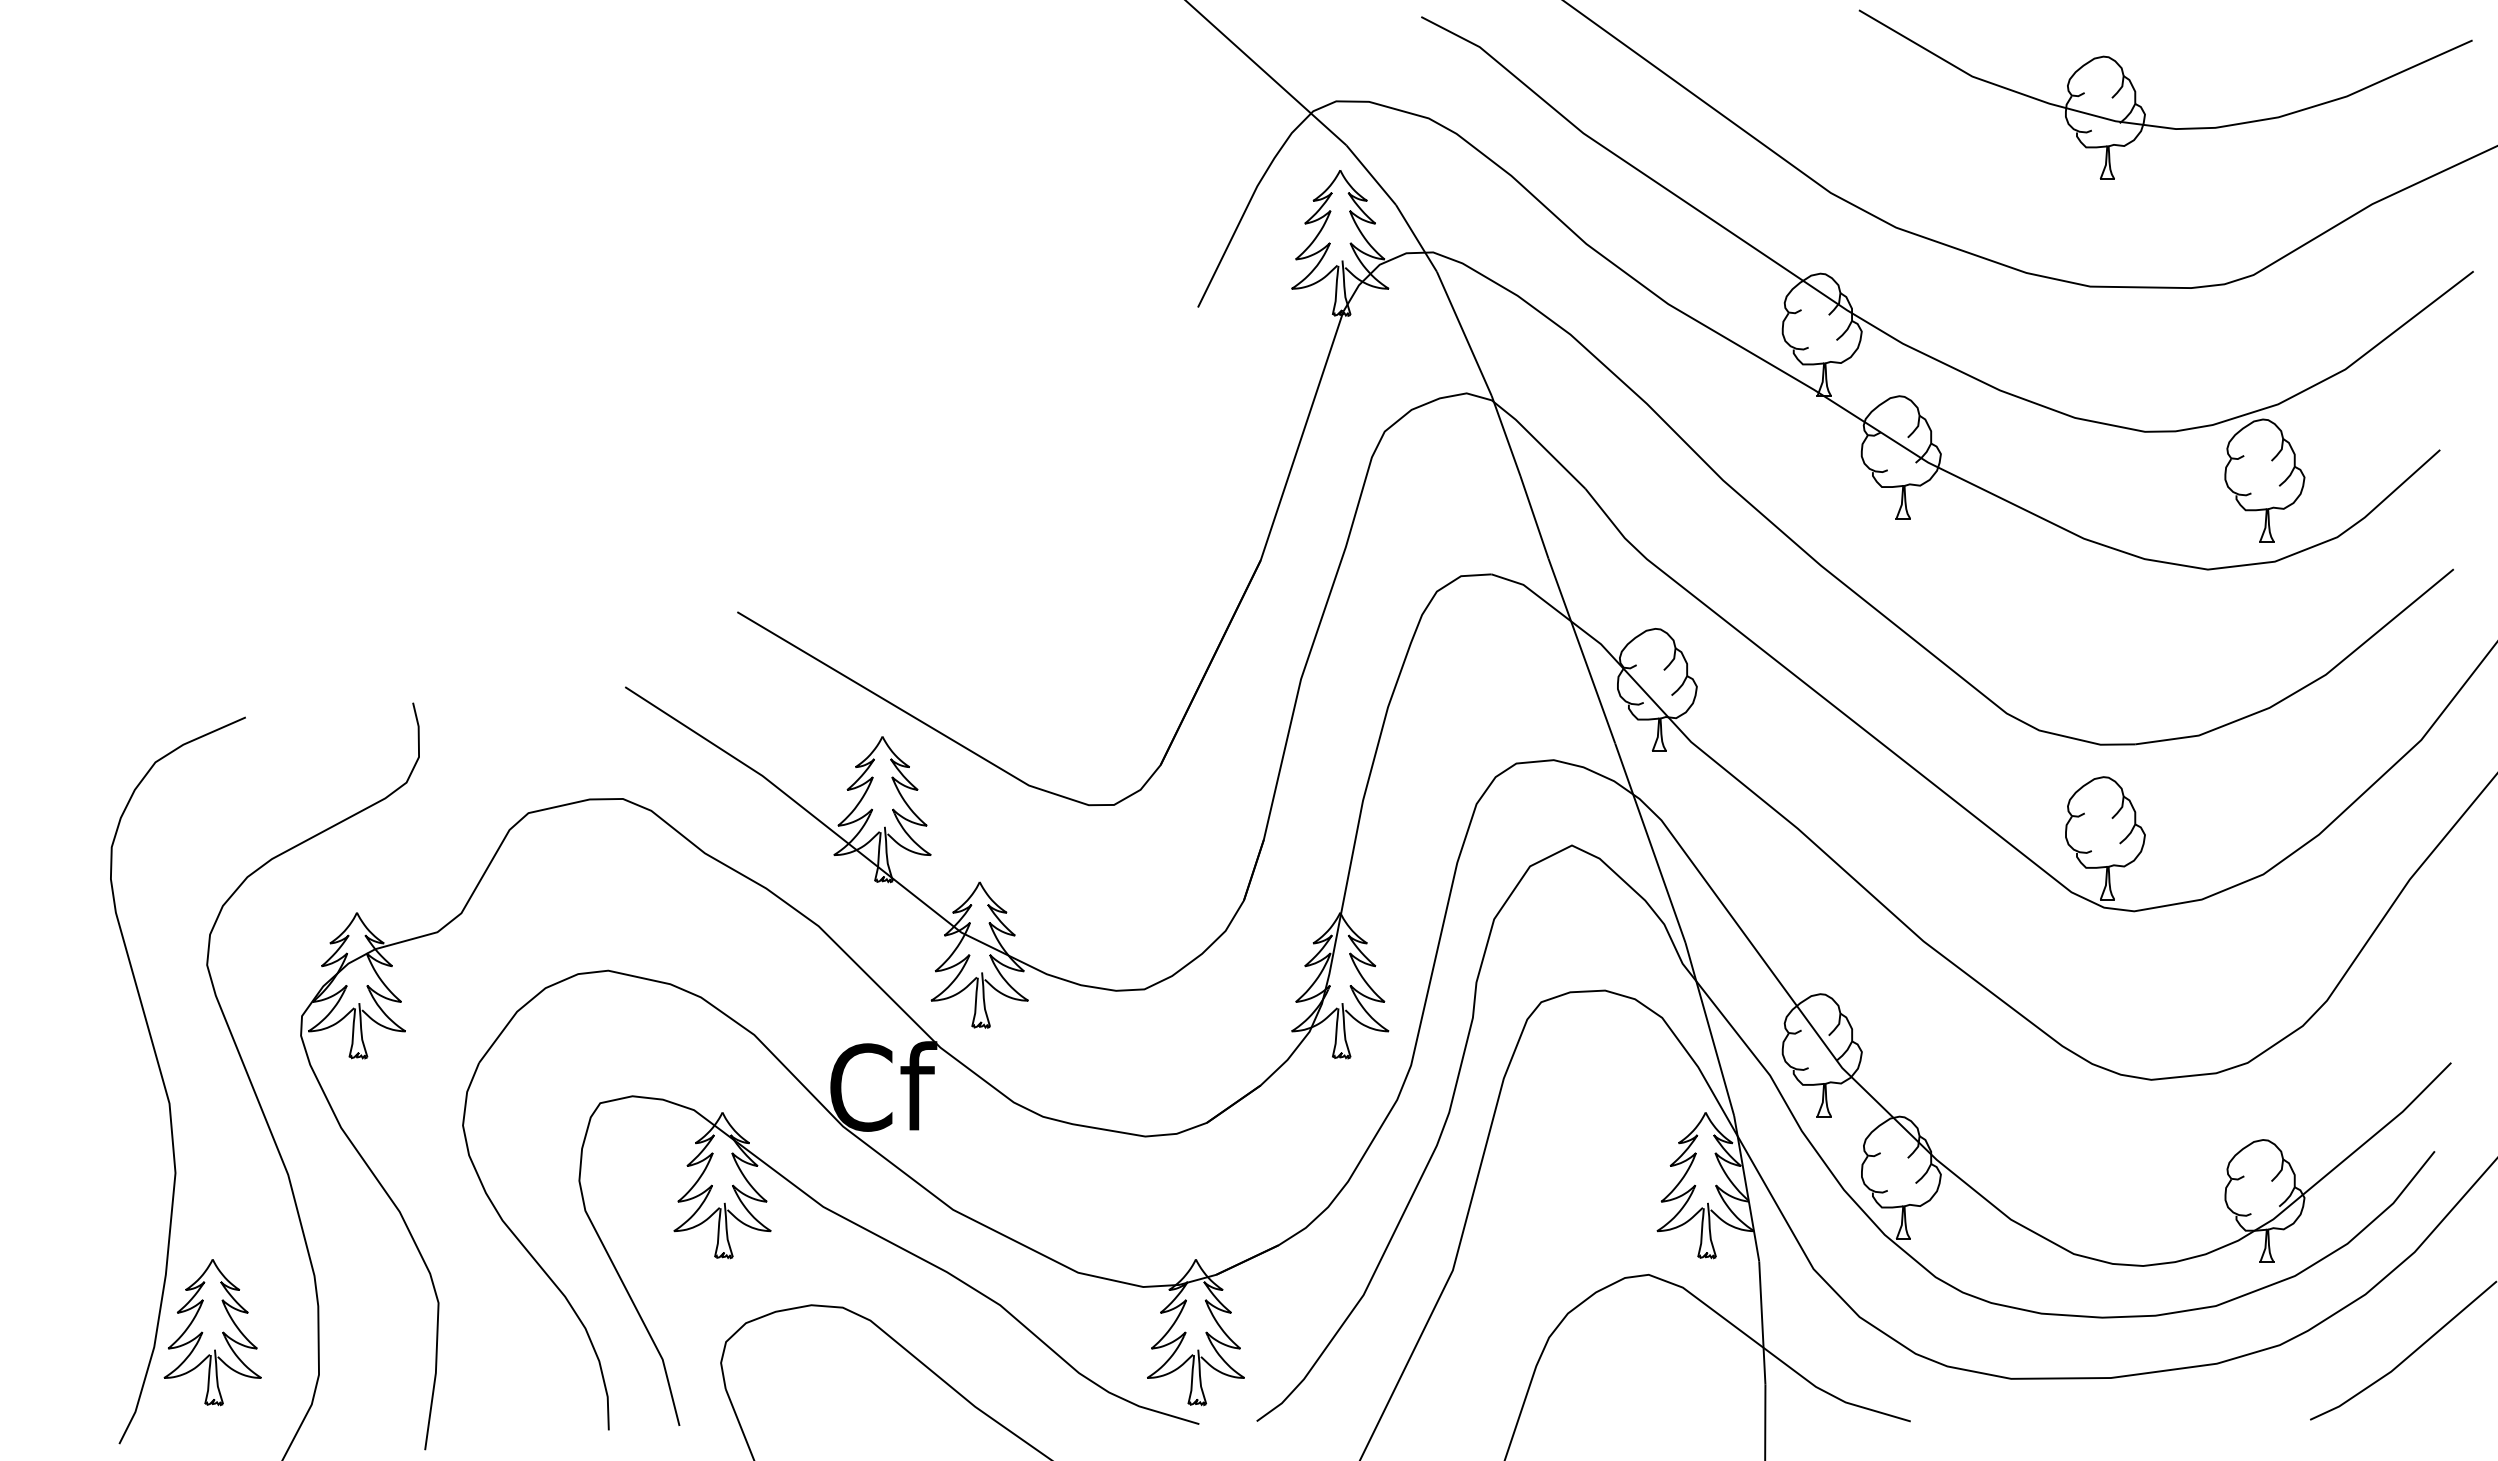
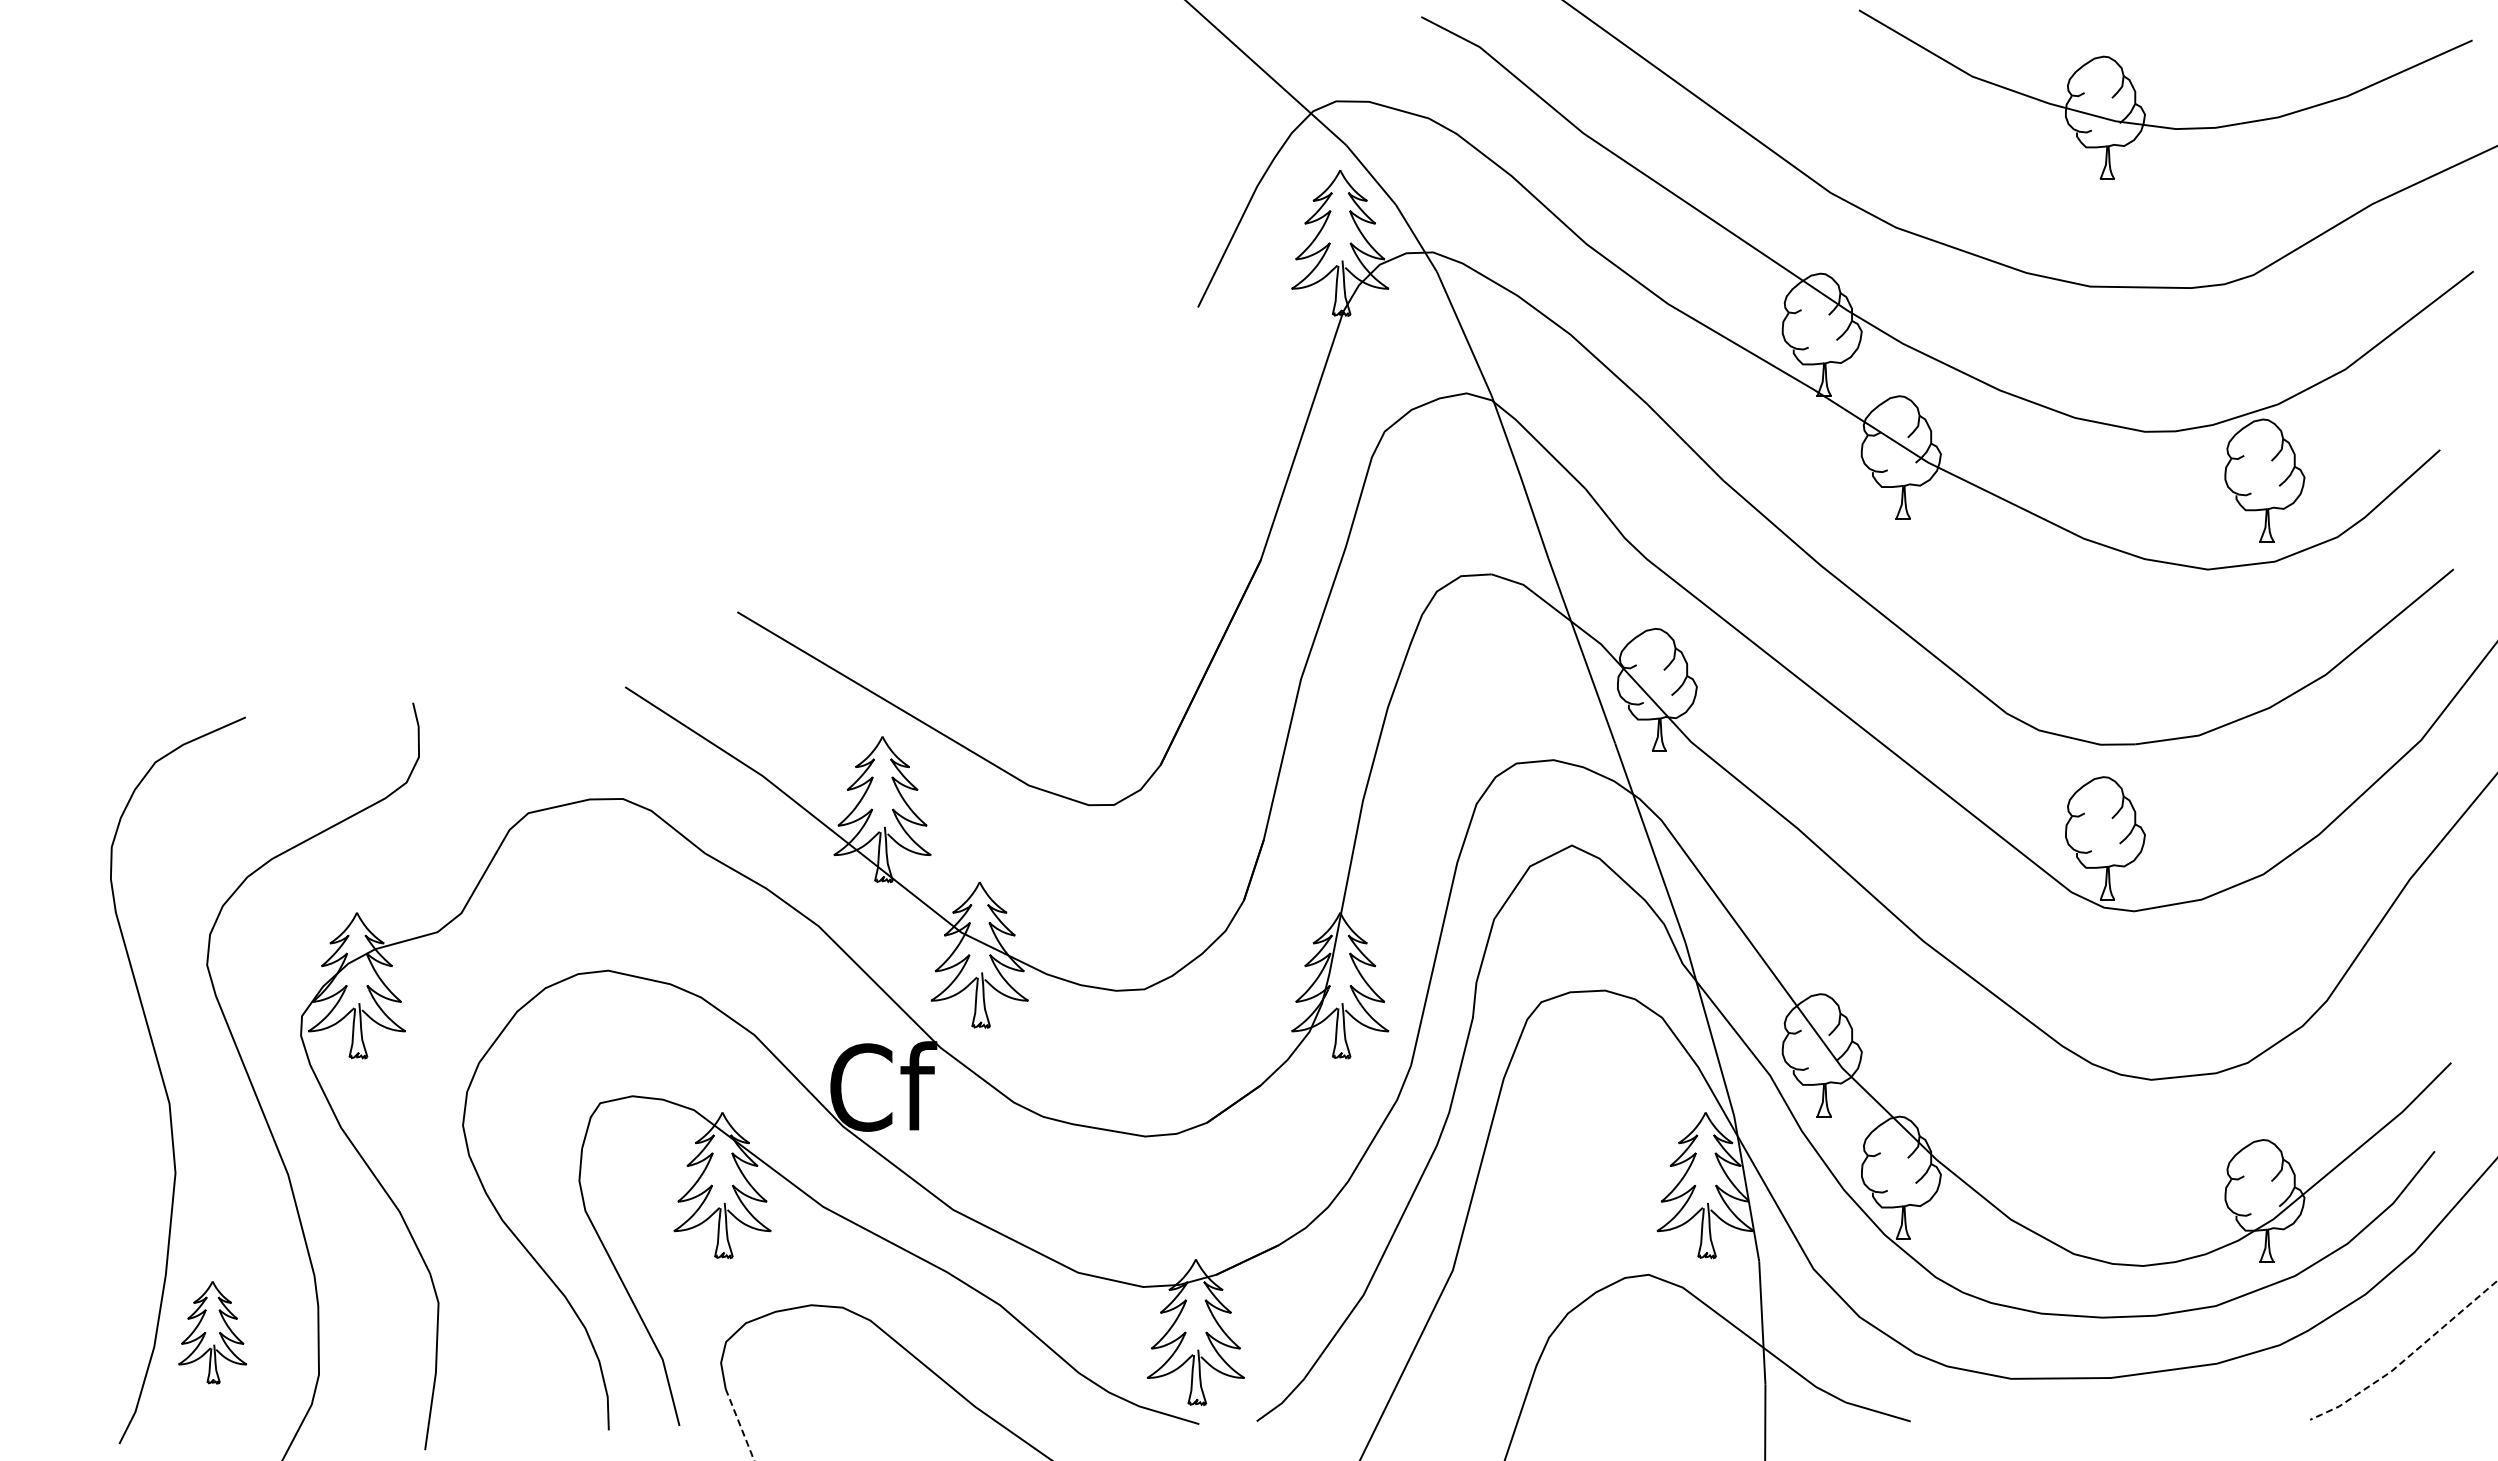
part at (212, 1332) size: 99x148 px -> 69x104 px
line at (2407, 1358): solid -> dashed
line at (740, 1424): solid -> dashed
